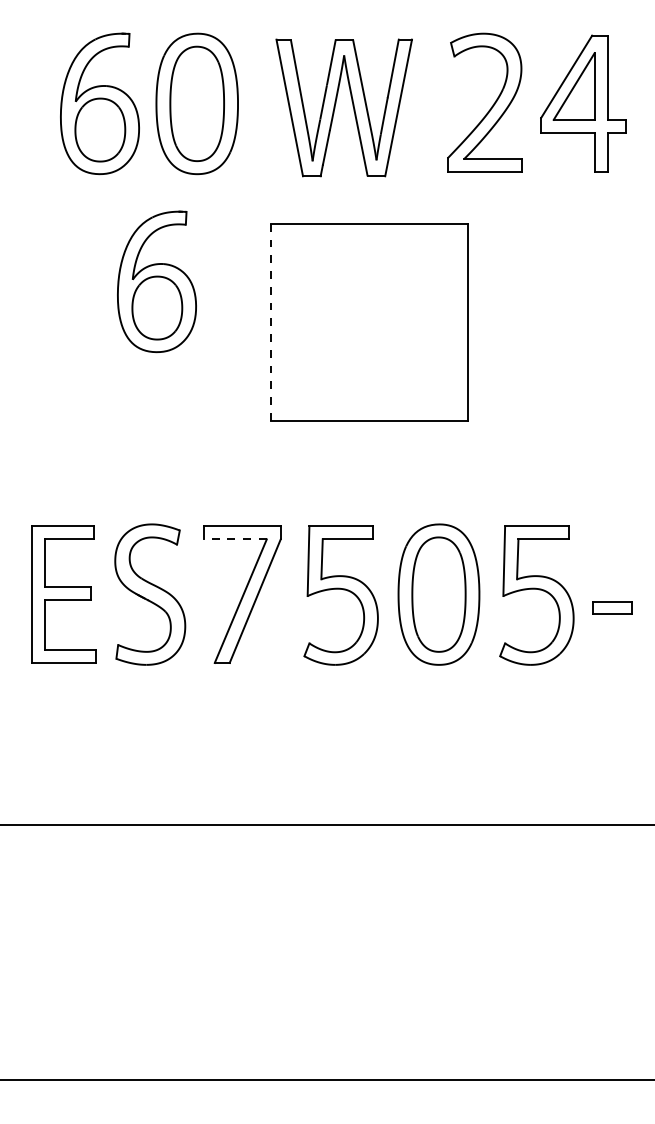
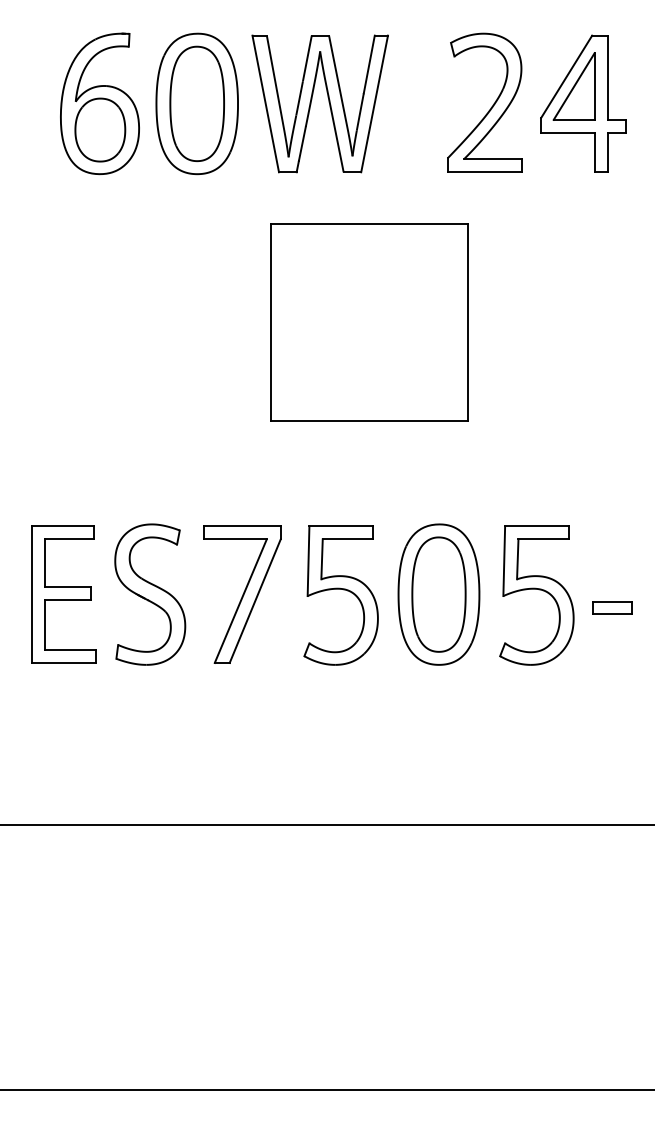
part at (335, 107) position: (335, 107) -> (311, 103)
part at (156, 281): present -> none
line at (271, 322): dashed -> solid
line at (235, 539): dashed -> solid
line at (326, 1080) position: (326, 1080) -> (326, 1090)
